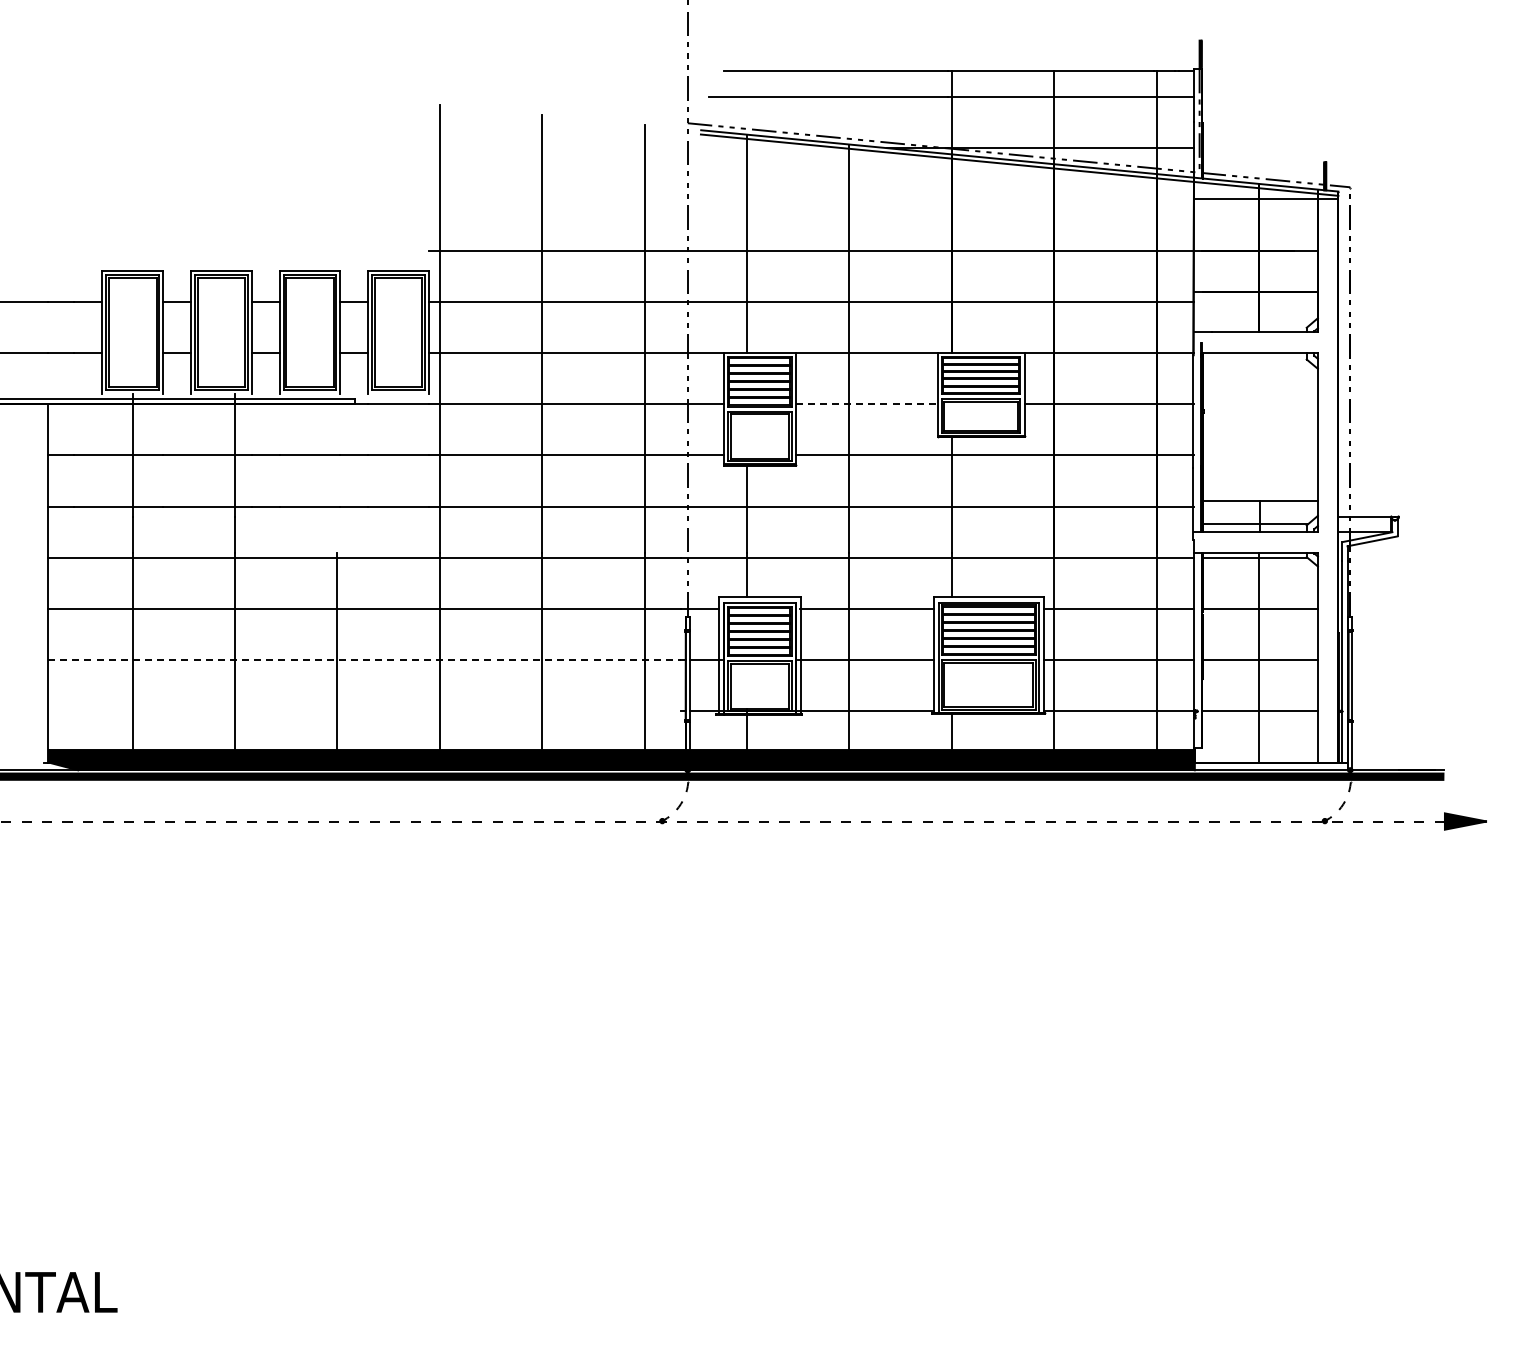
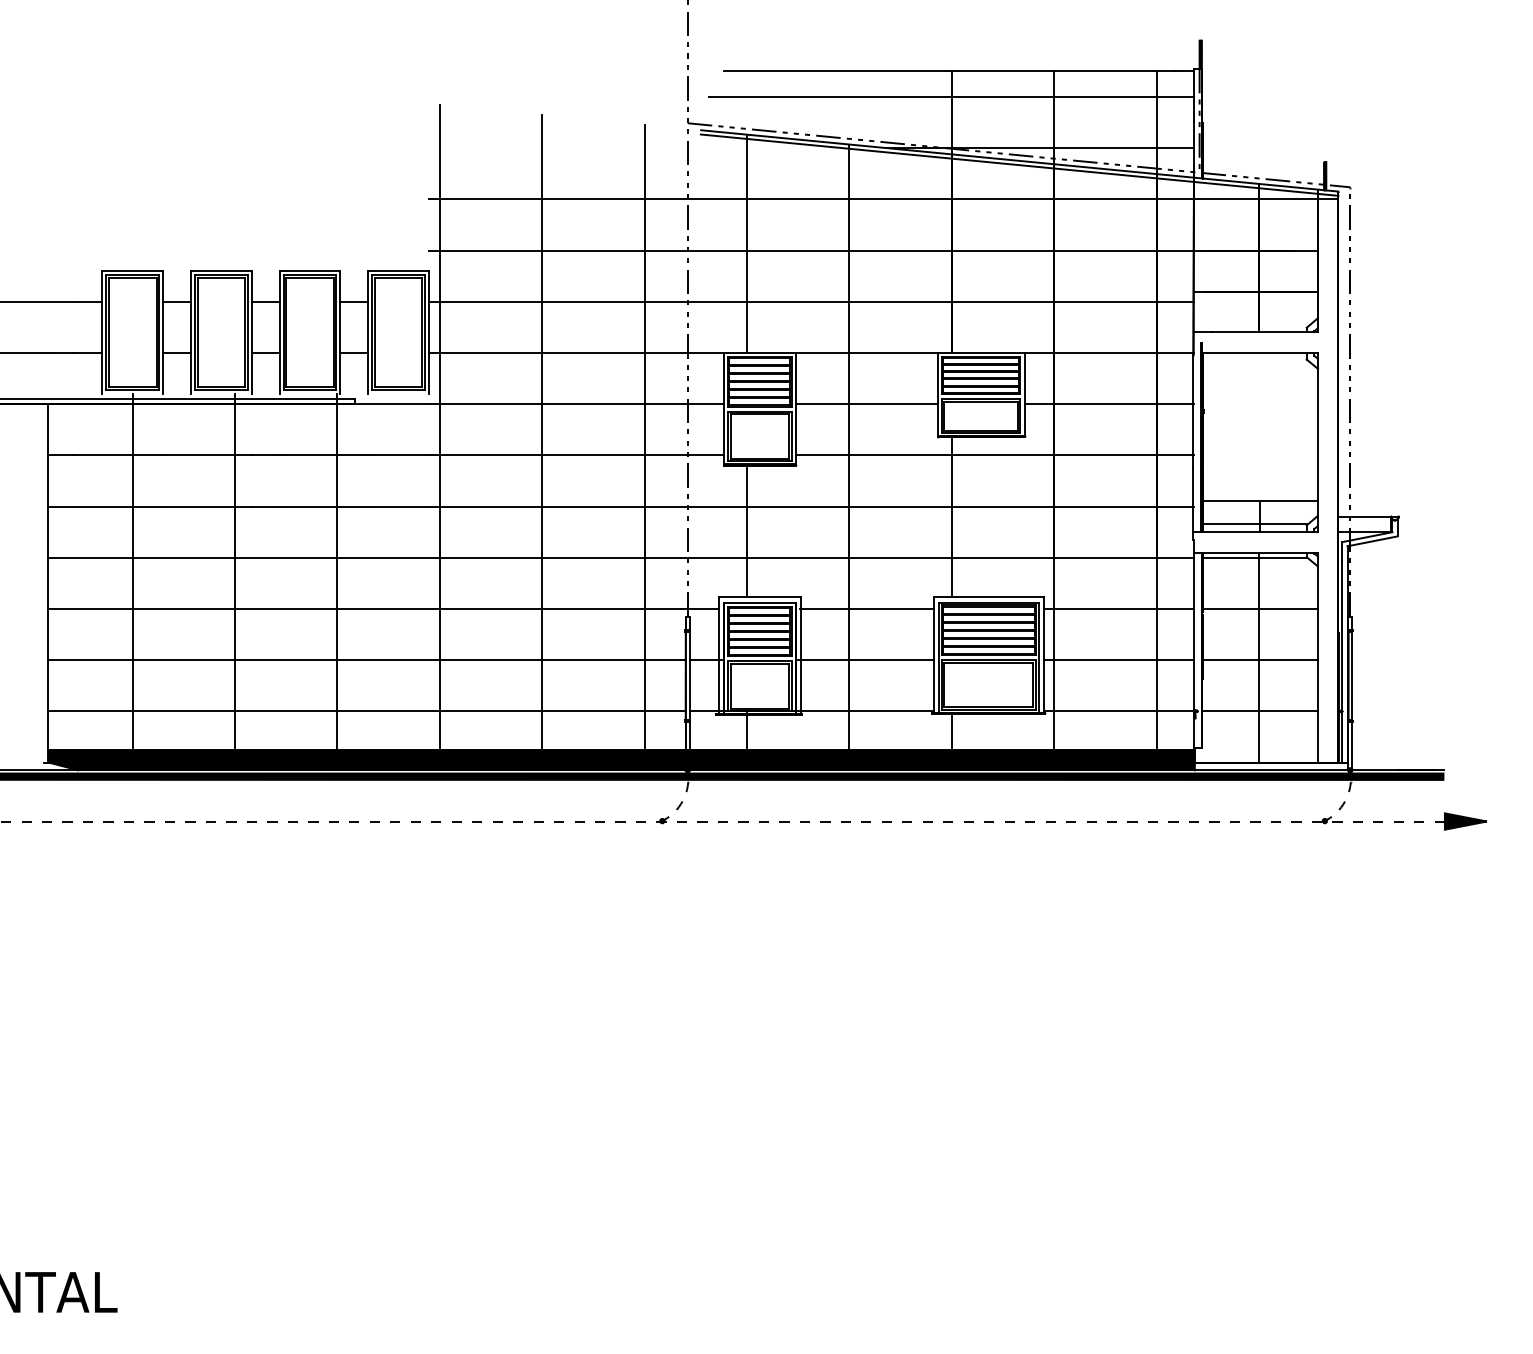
line at (811, 199): none -> present
line at (866, 404): dashed -> solid
line at (337, 472): none -> present
line at (364, 660): dashed -> solid
line at (364, 711): none -> present
